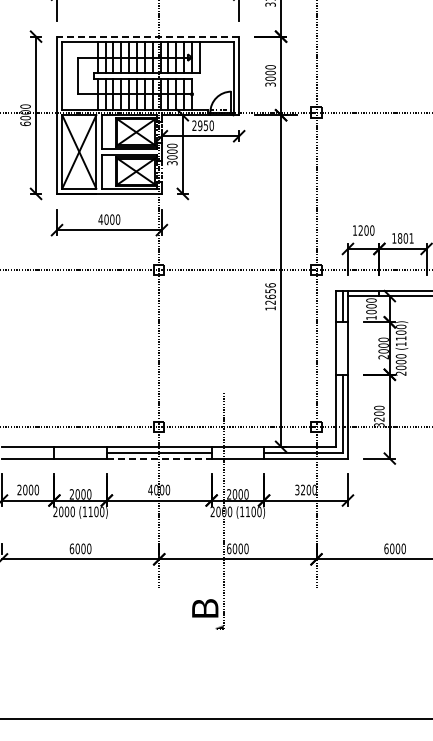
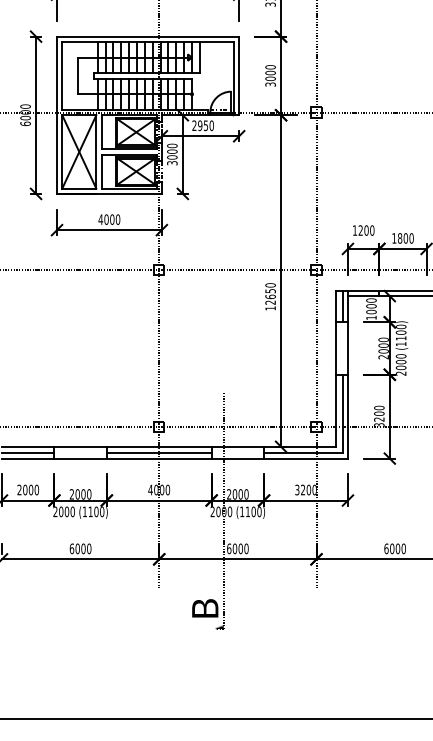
line at (147, 36): dashed -> solid
text at (411, 238): 1801 -> 1800
text at (270, 285): 12656 -> 12650
line at (28, 453): none -> present
line at (159, 458): dashed -> solid
